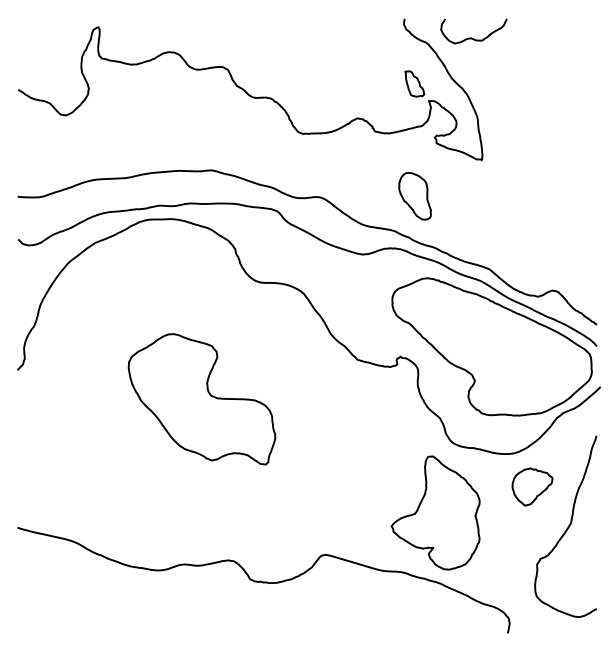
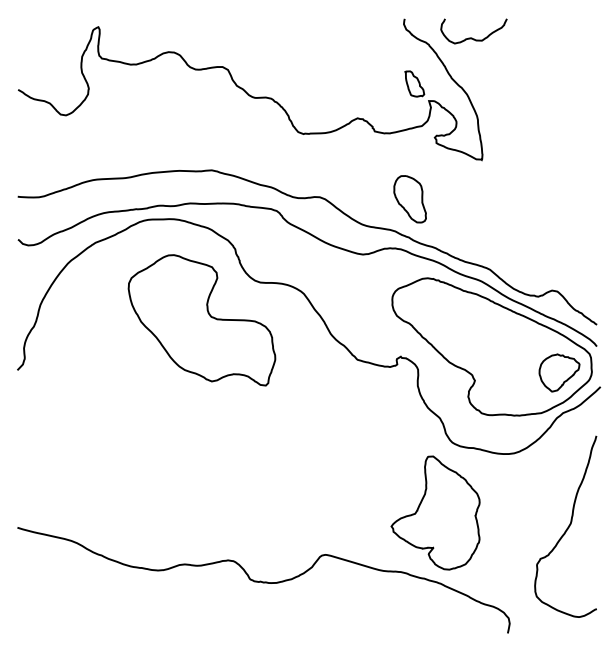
part at (414, 196) position: (414, 196) -> (409, 199)
part at (201, 399) position: (201, 399) -> (201, 320)
part at (532, 486) position: (532, 486) -> (559, 372)
